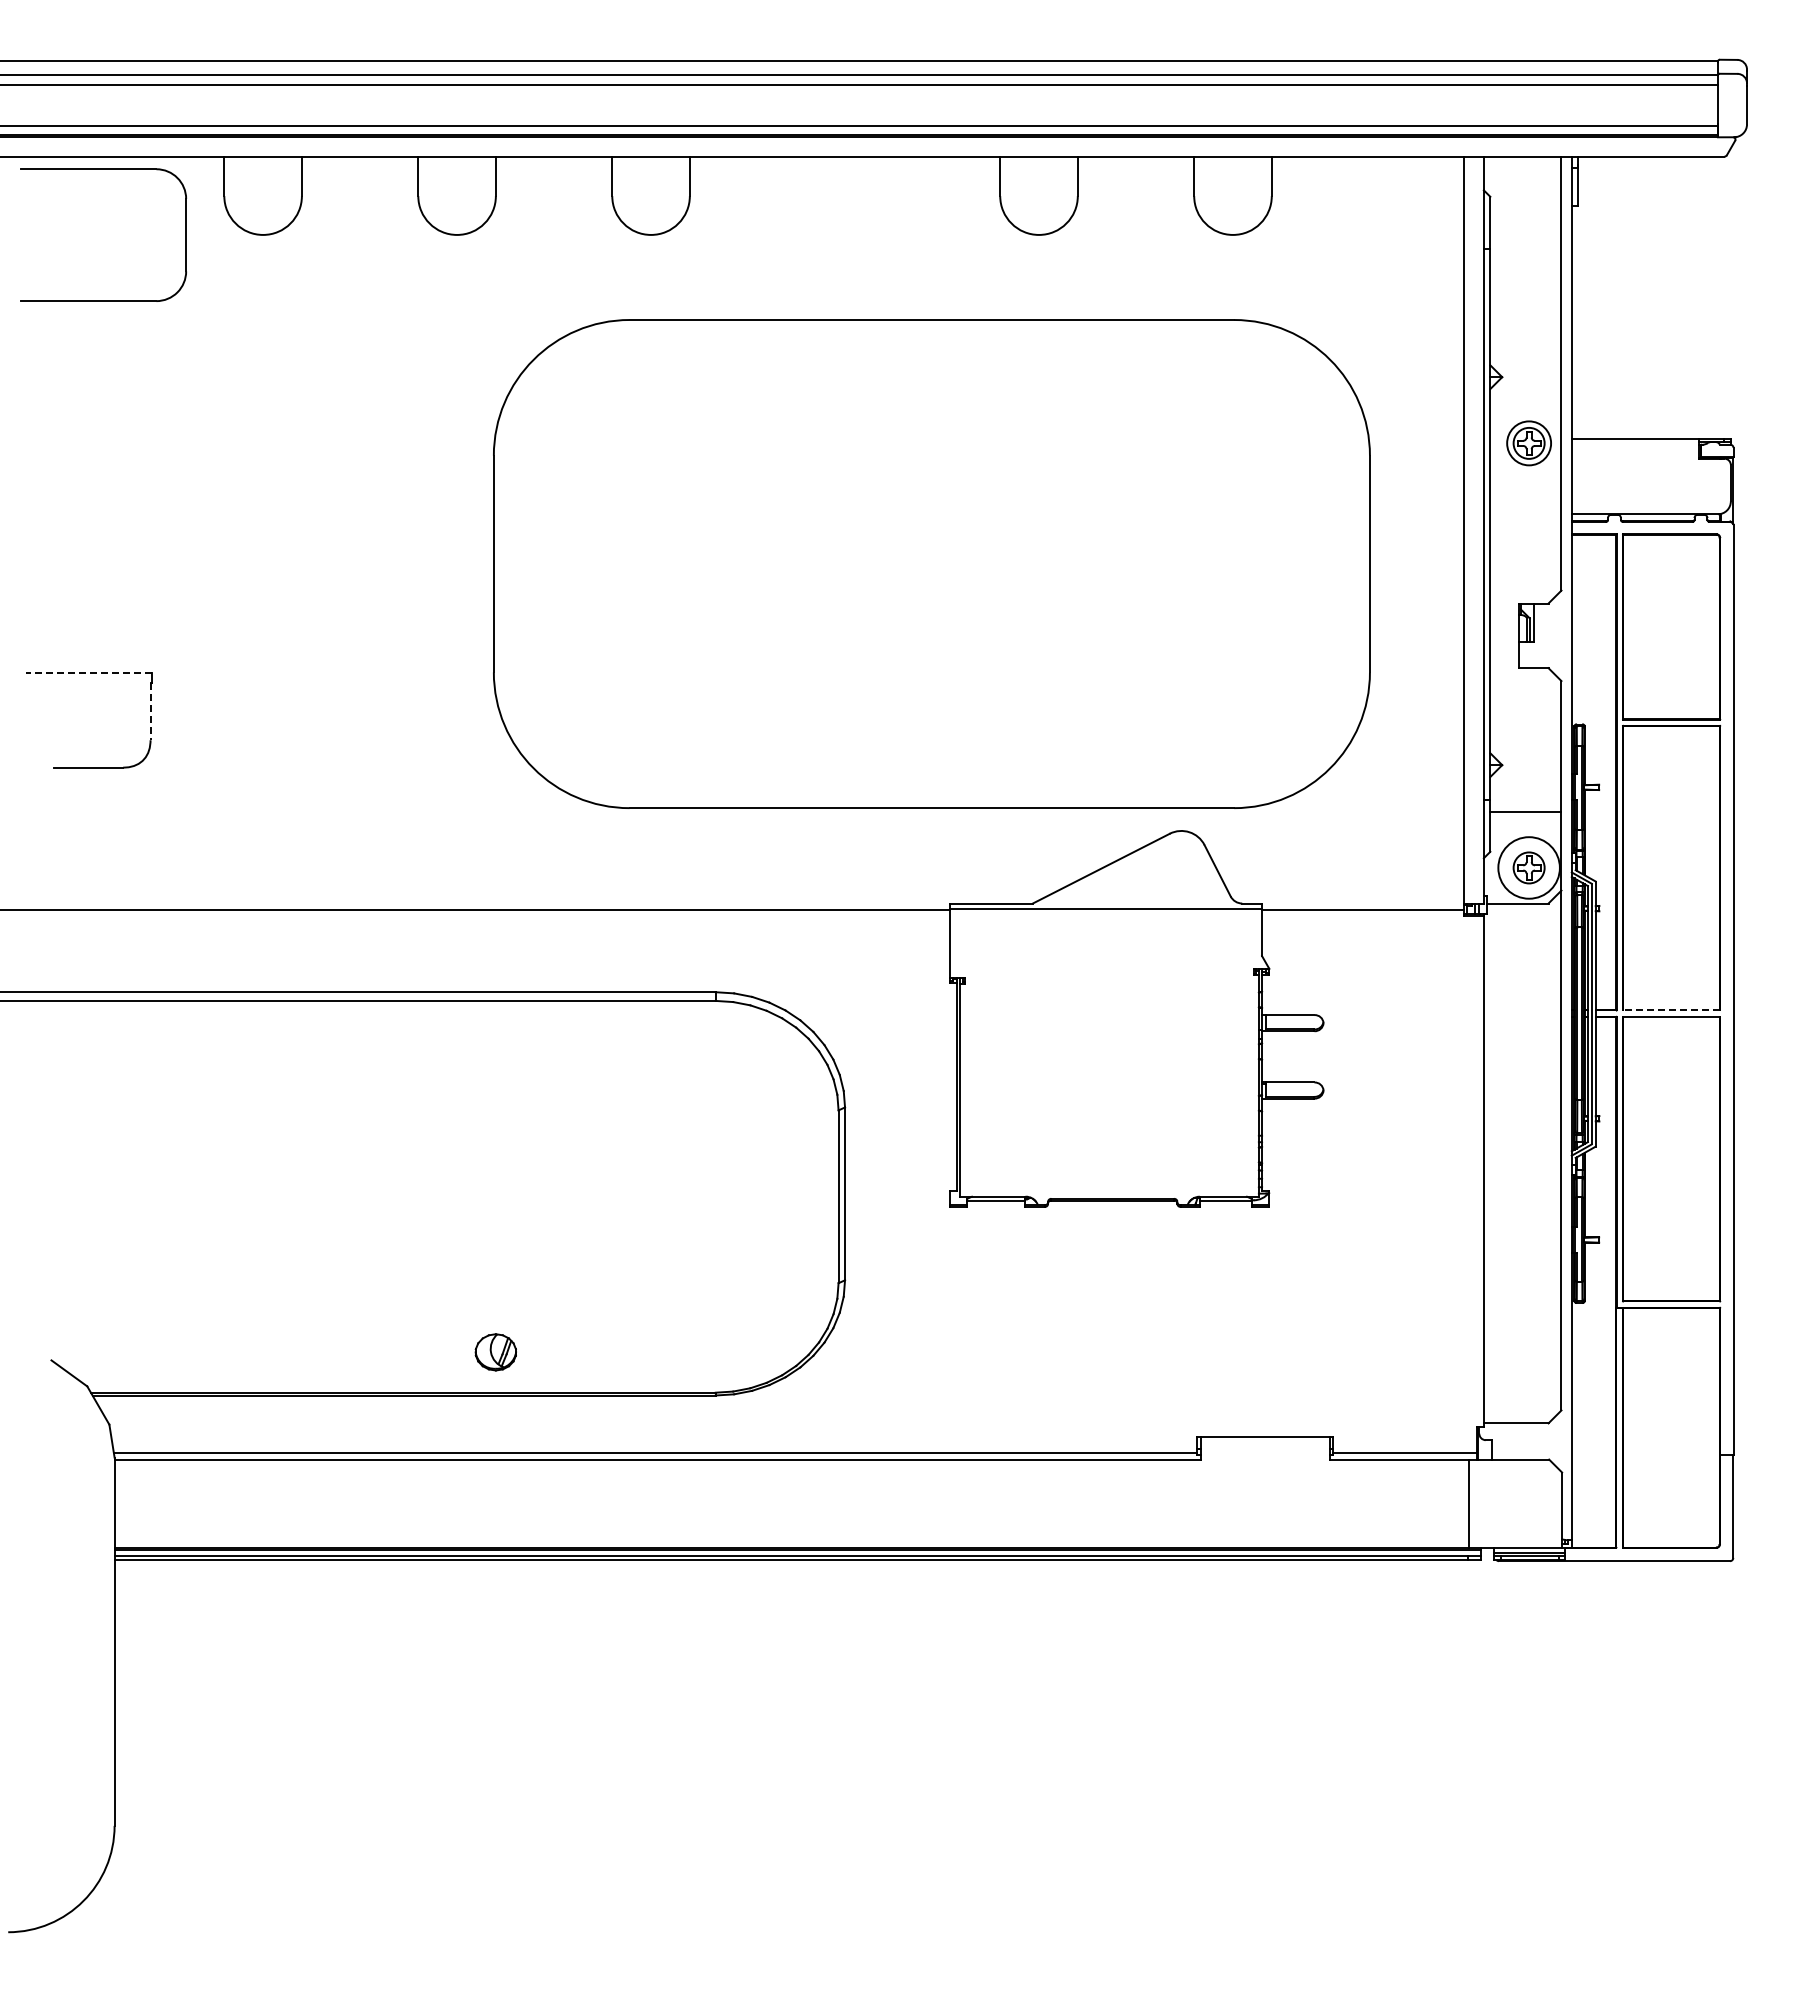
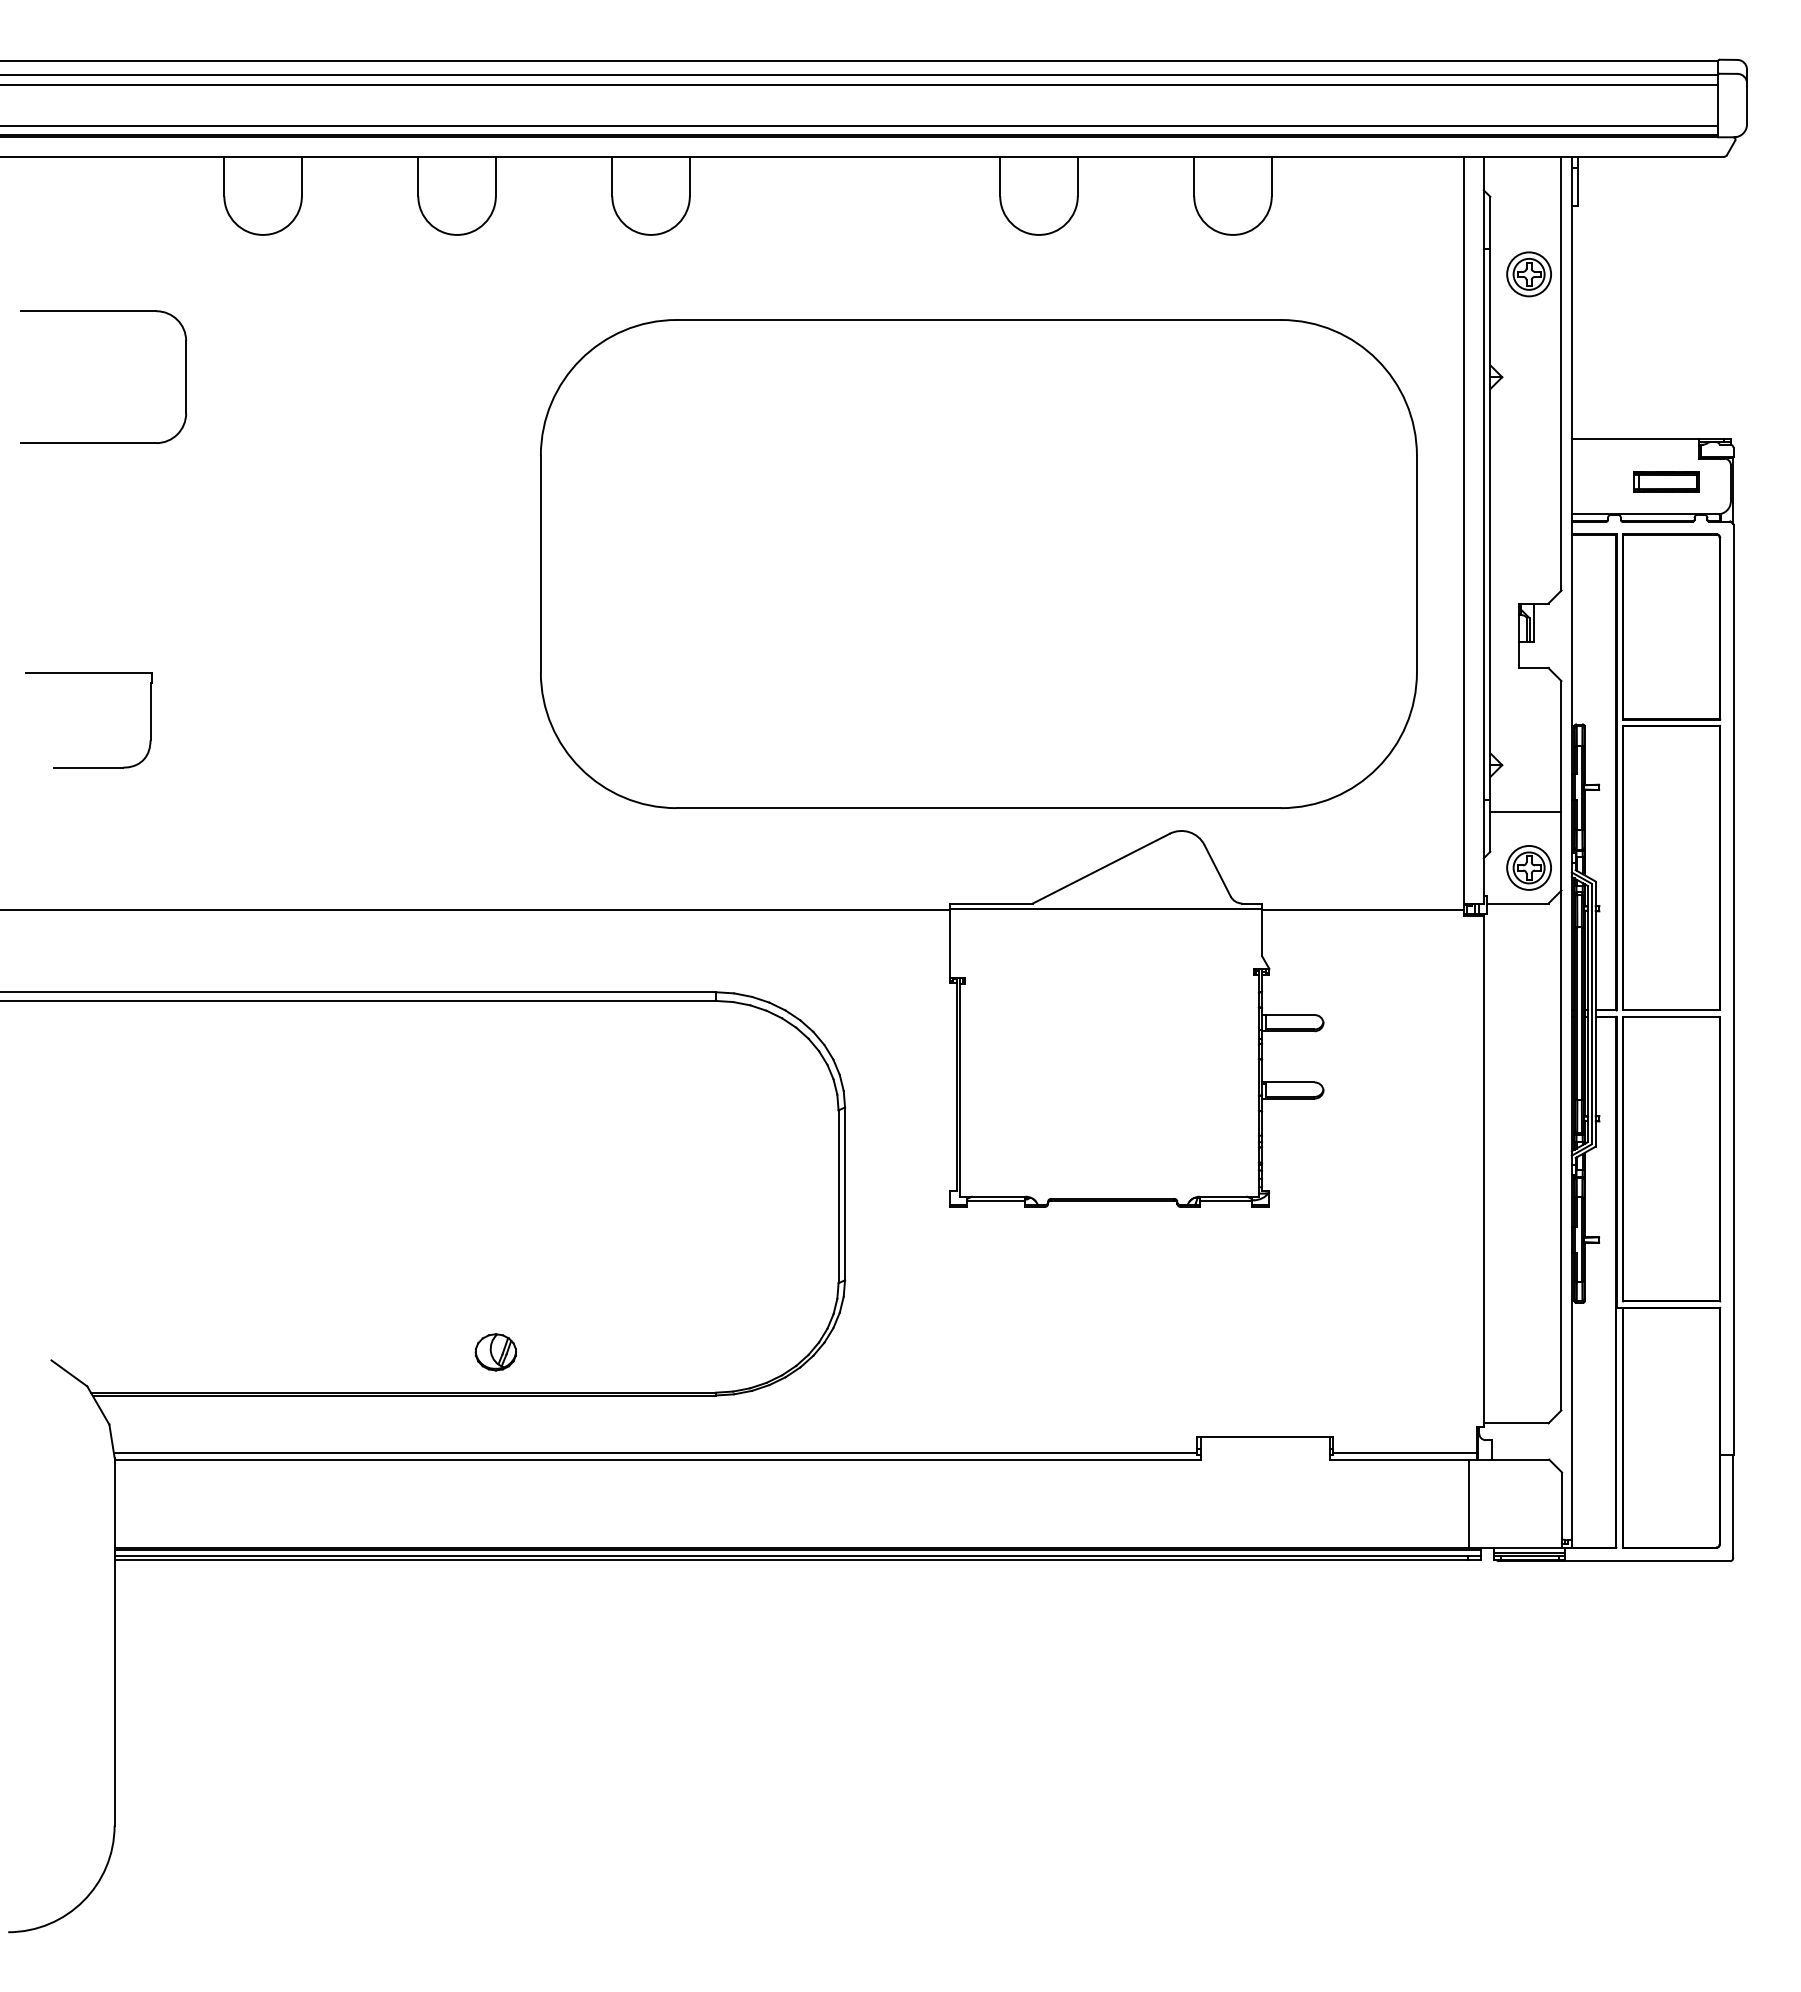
part at (103, 169) position: (103, 169) -> (103, 311)
part at (1528, 443) position: (1528, 443) -> (1528, 274)
part at (1666, 481): none -> present
part at (931, 563) position: (931, 563) -> (978, 563)
line at (88, 673): dashed -> solid
line at (150, 711): dashed -> solid
circle at (1528, 867) diameter: 62 px -> 44 px
line at (1671, 1010): dashed -> solid
